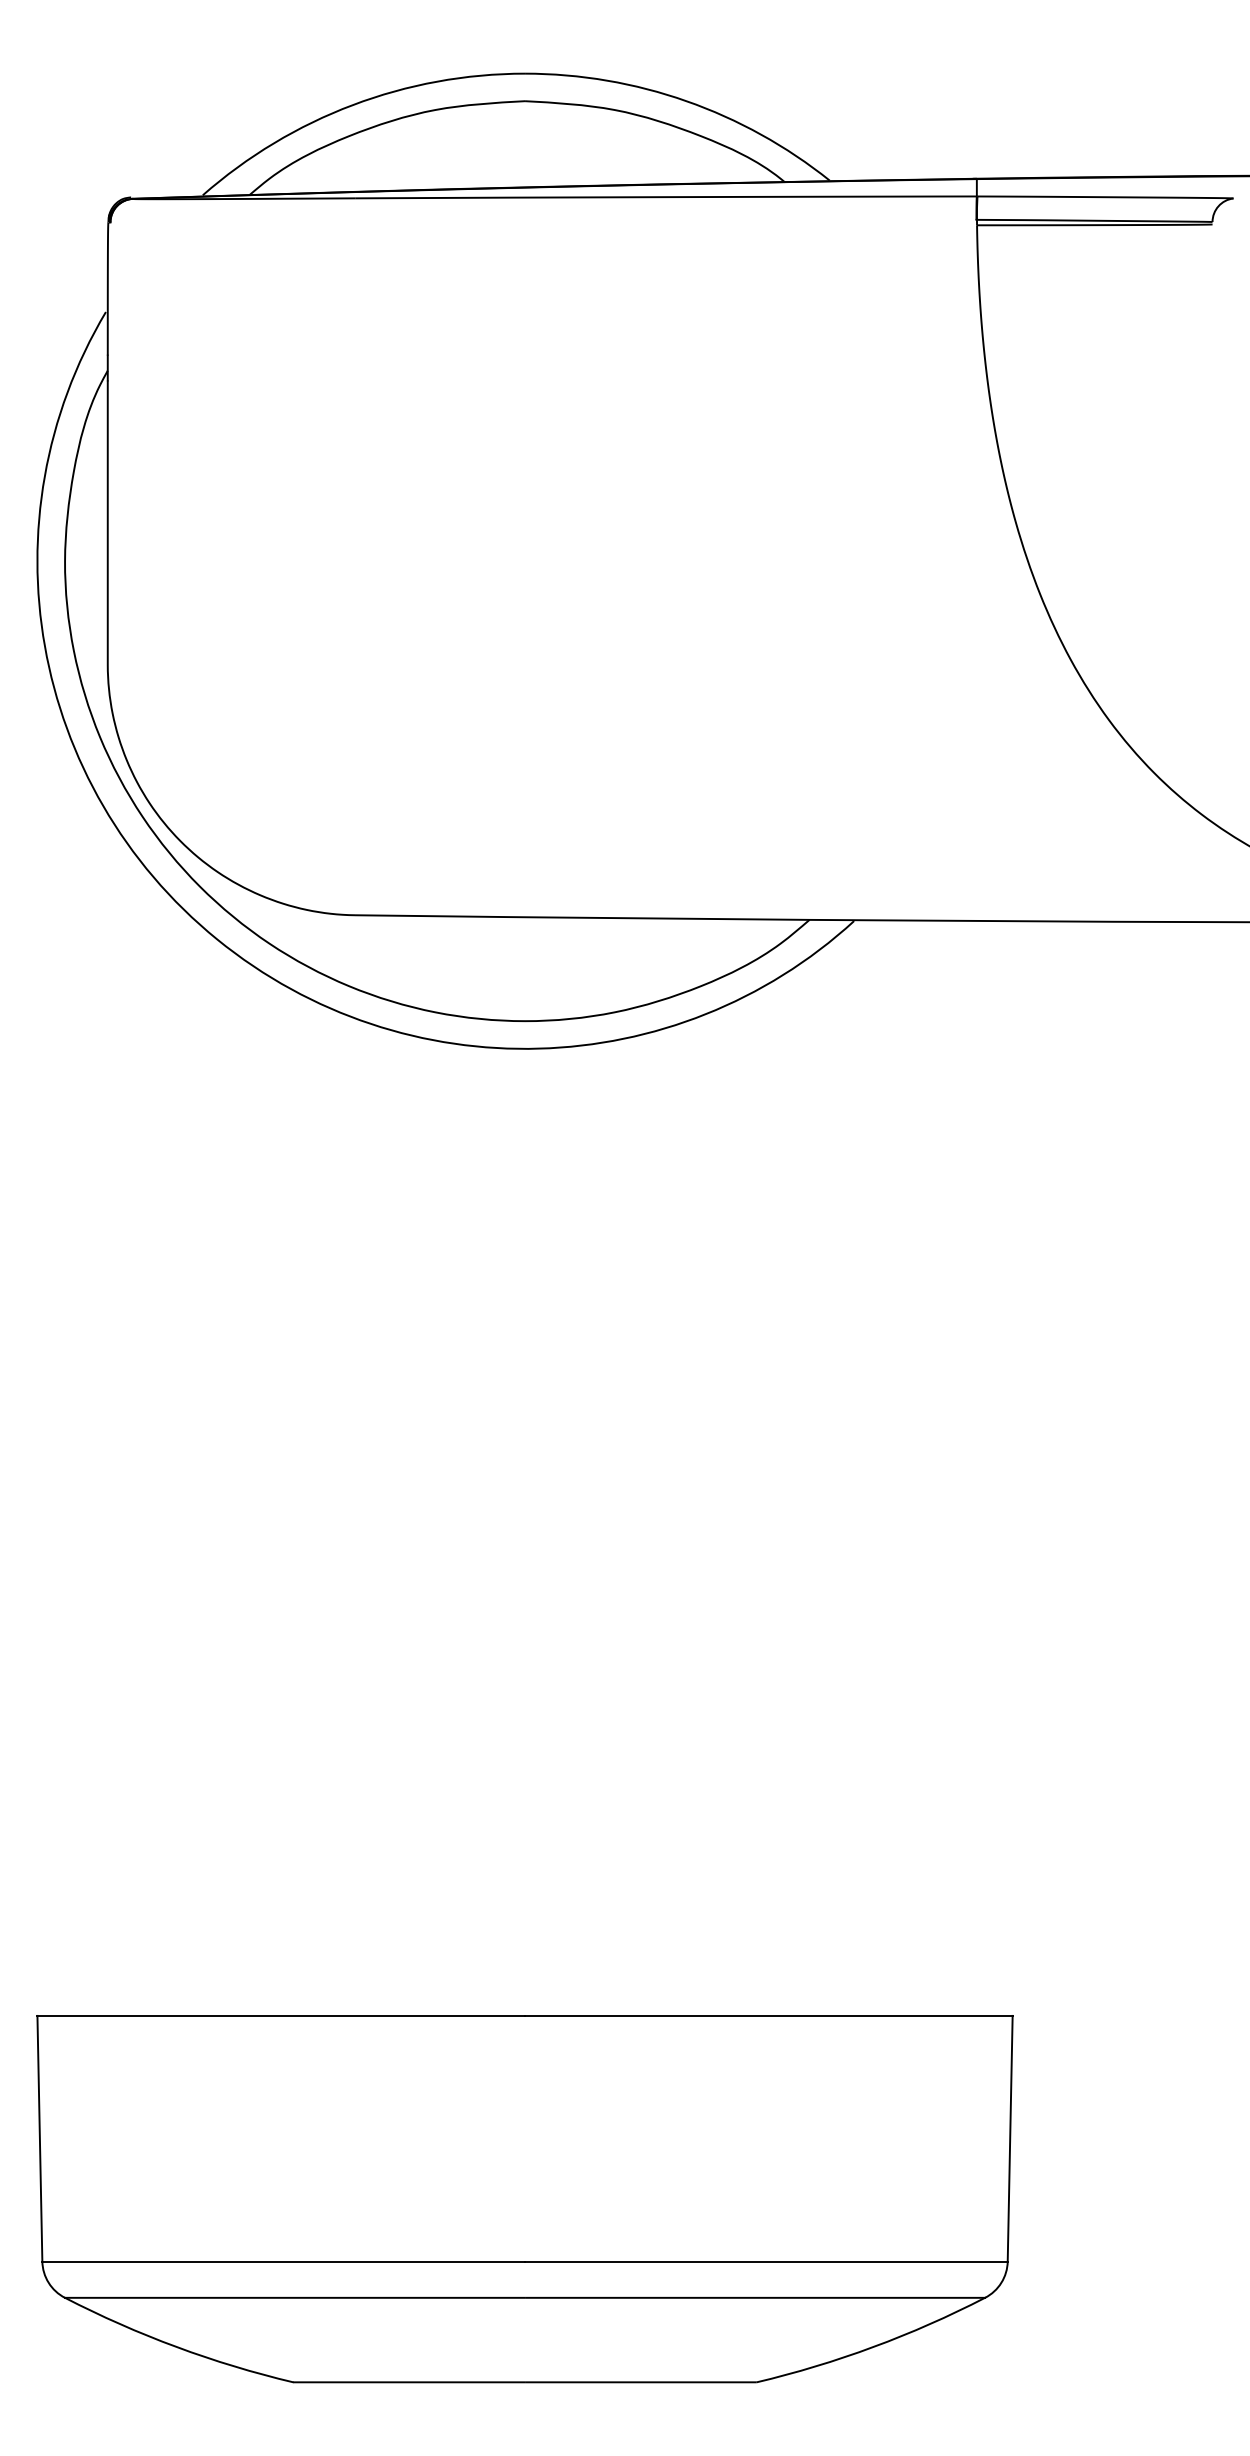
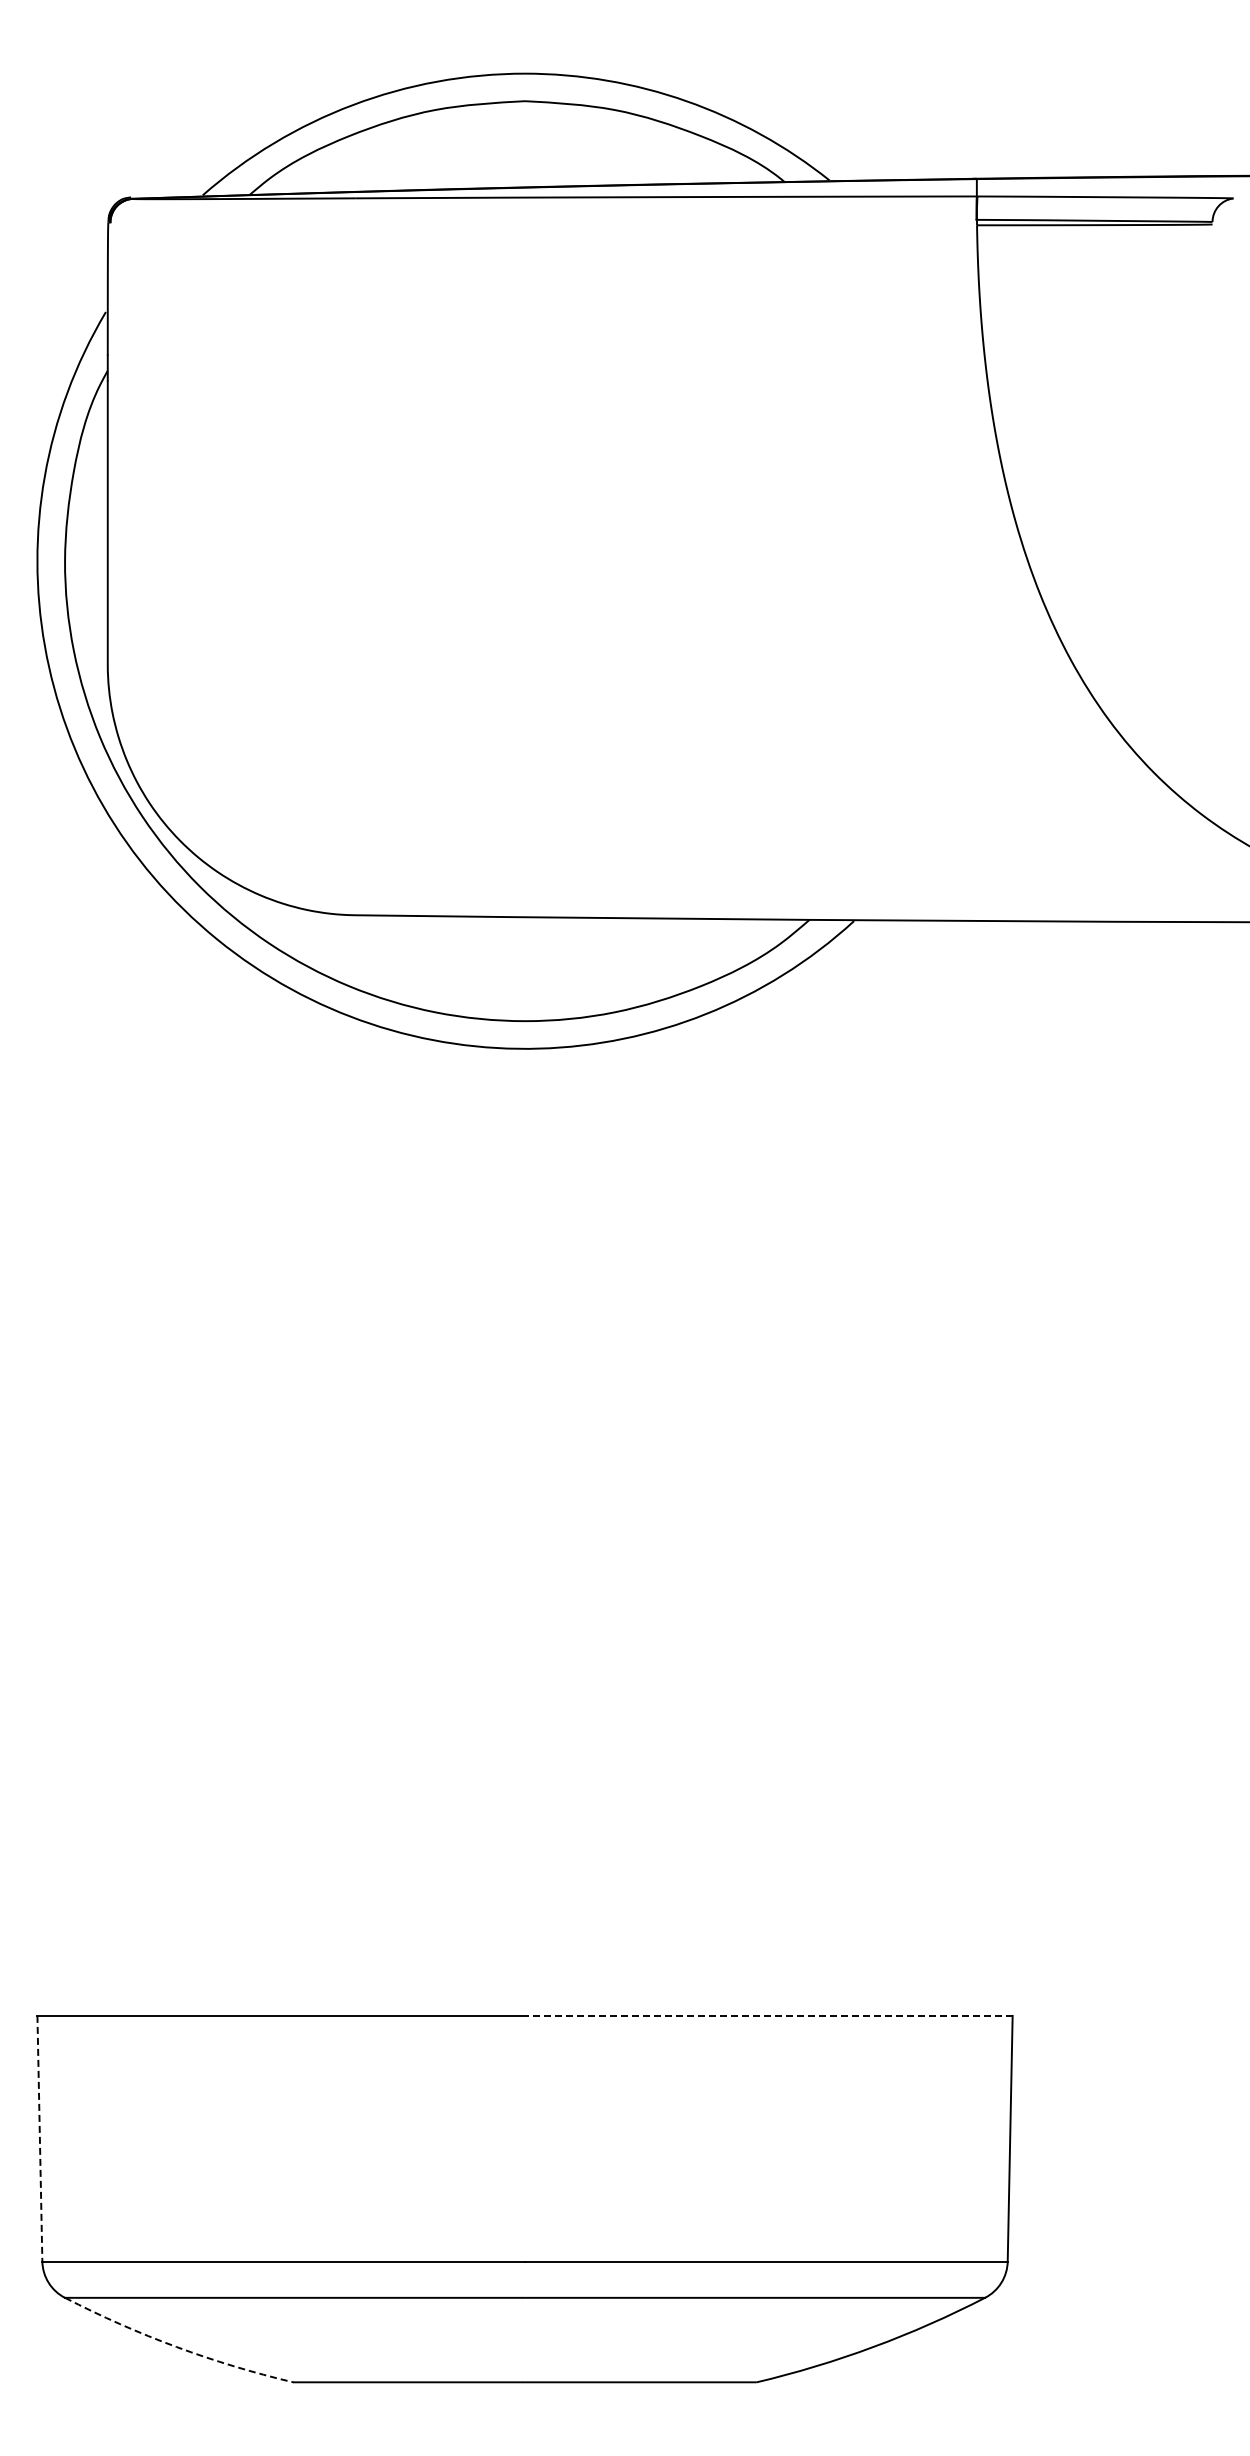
line at (768, 2015): solid -> dashed
line at (39, 2138): solid -> dashed
arc at (176, 2347): solid -> dashed
